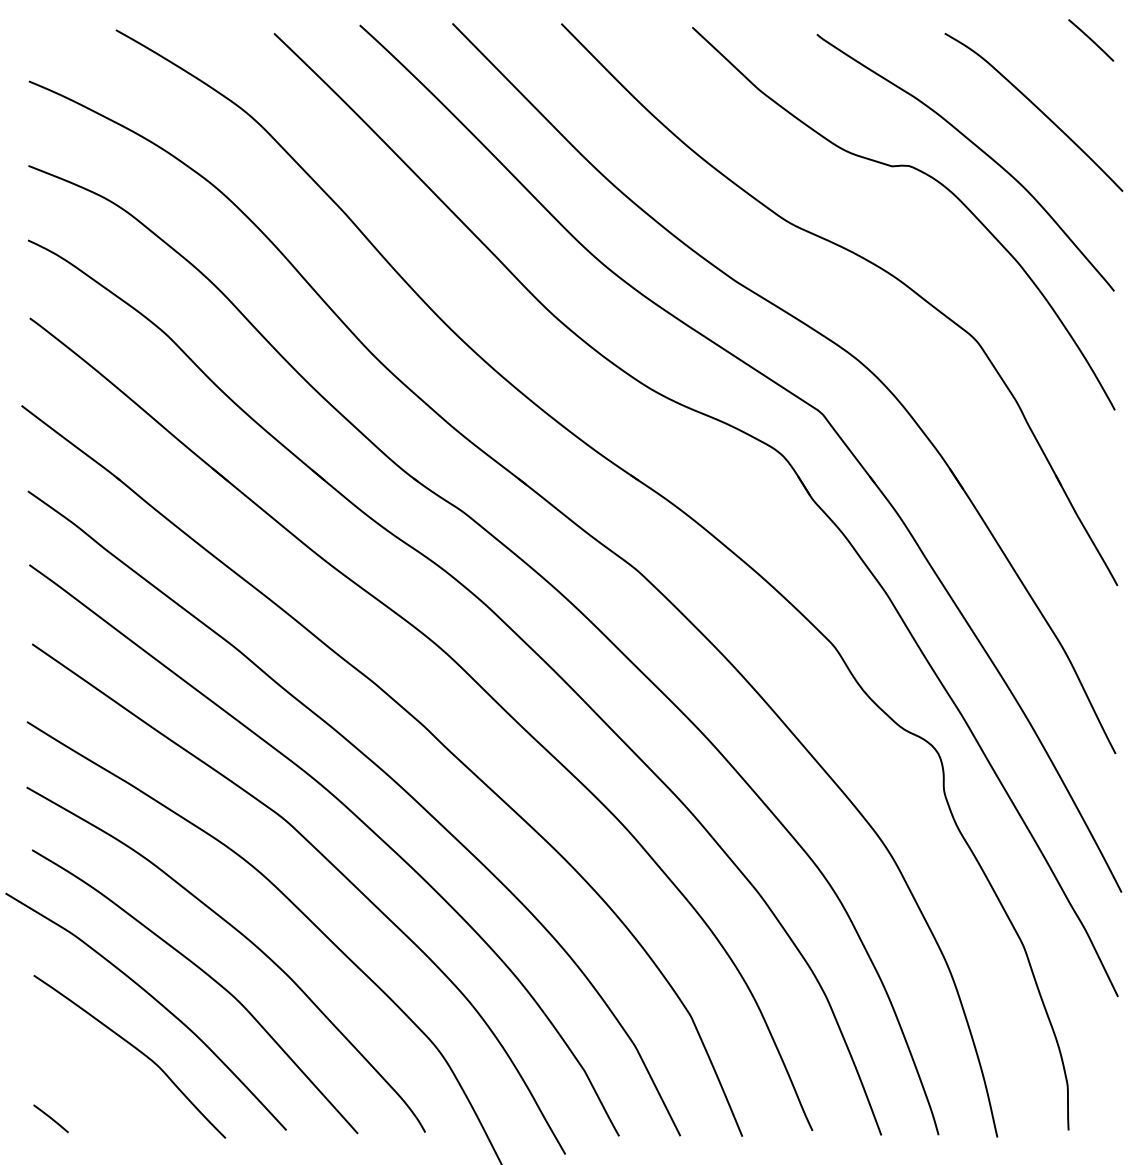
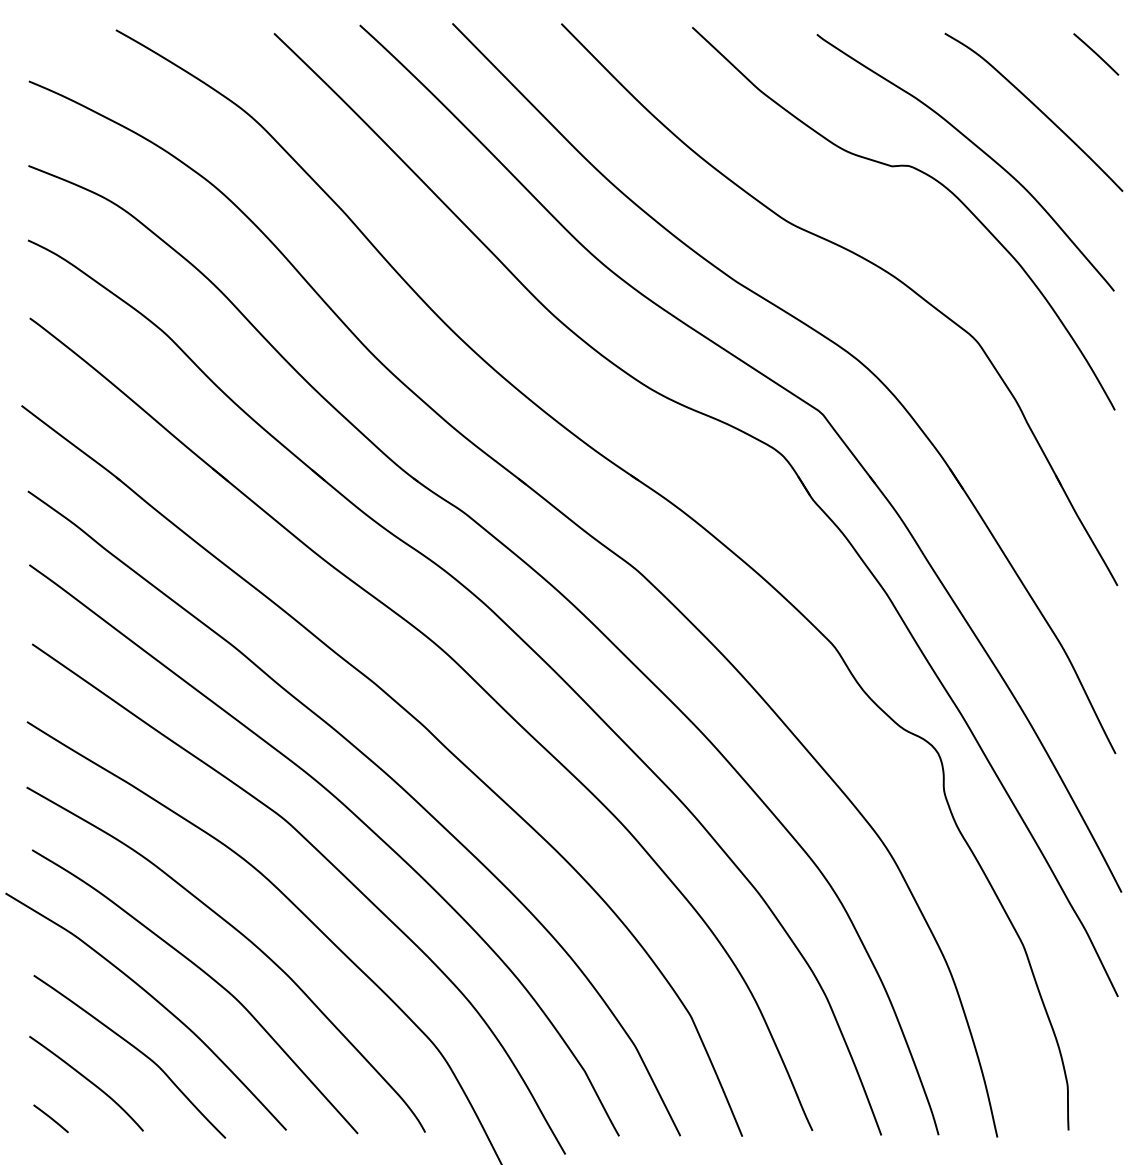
line at (1091, 40) position: (1091, 40) -> (1096, 54)
curve at (88, 1081): none -> present
